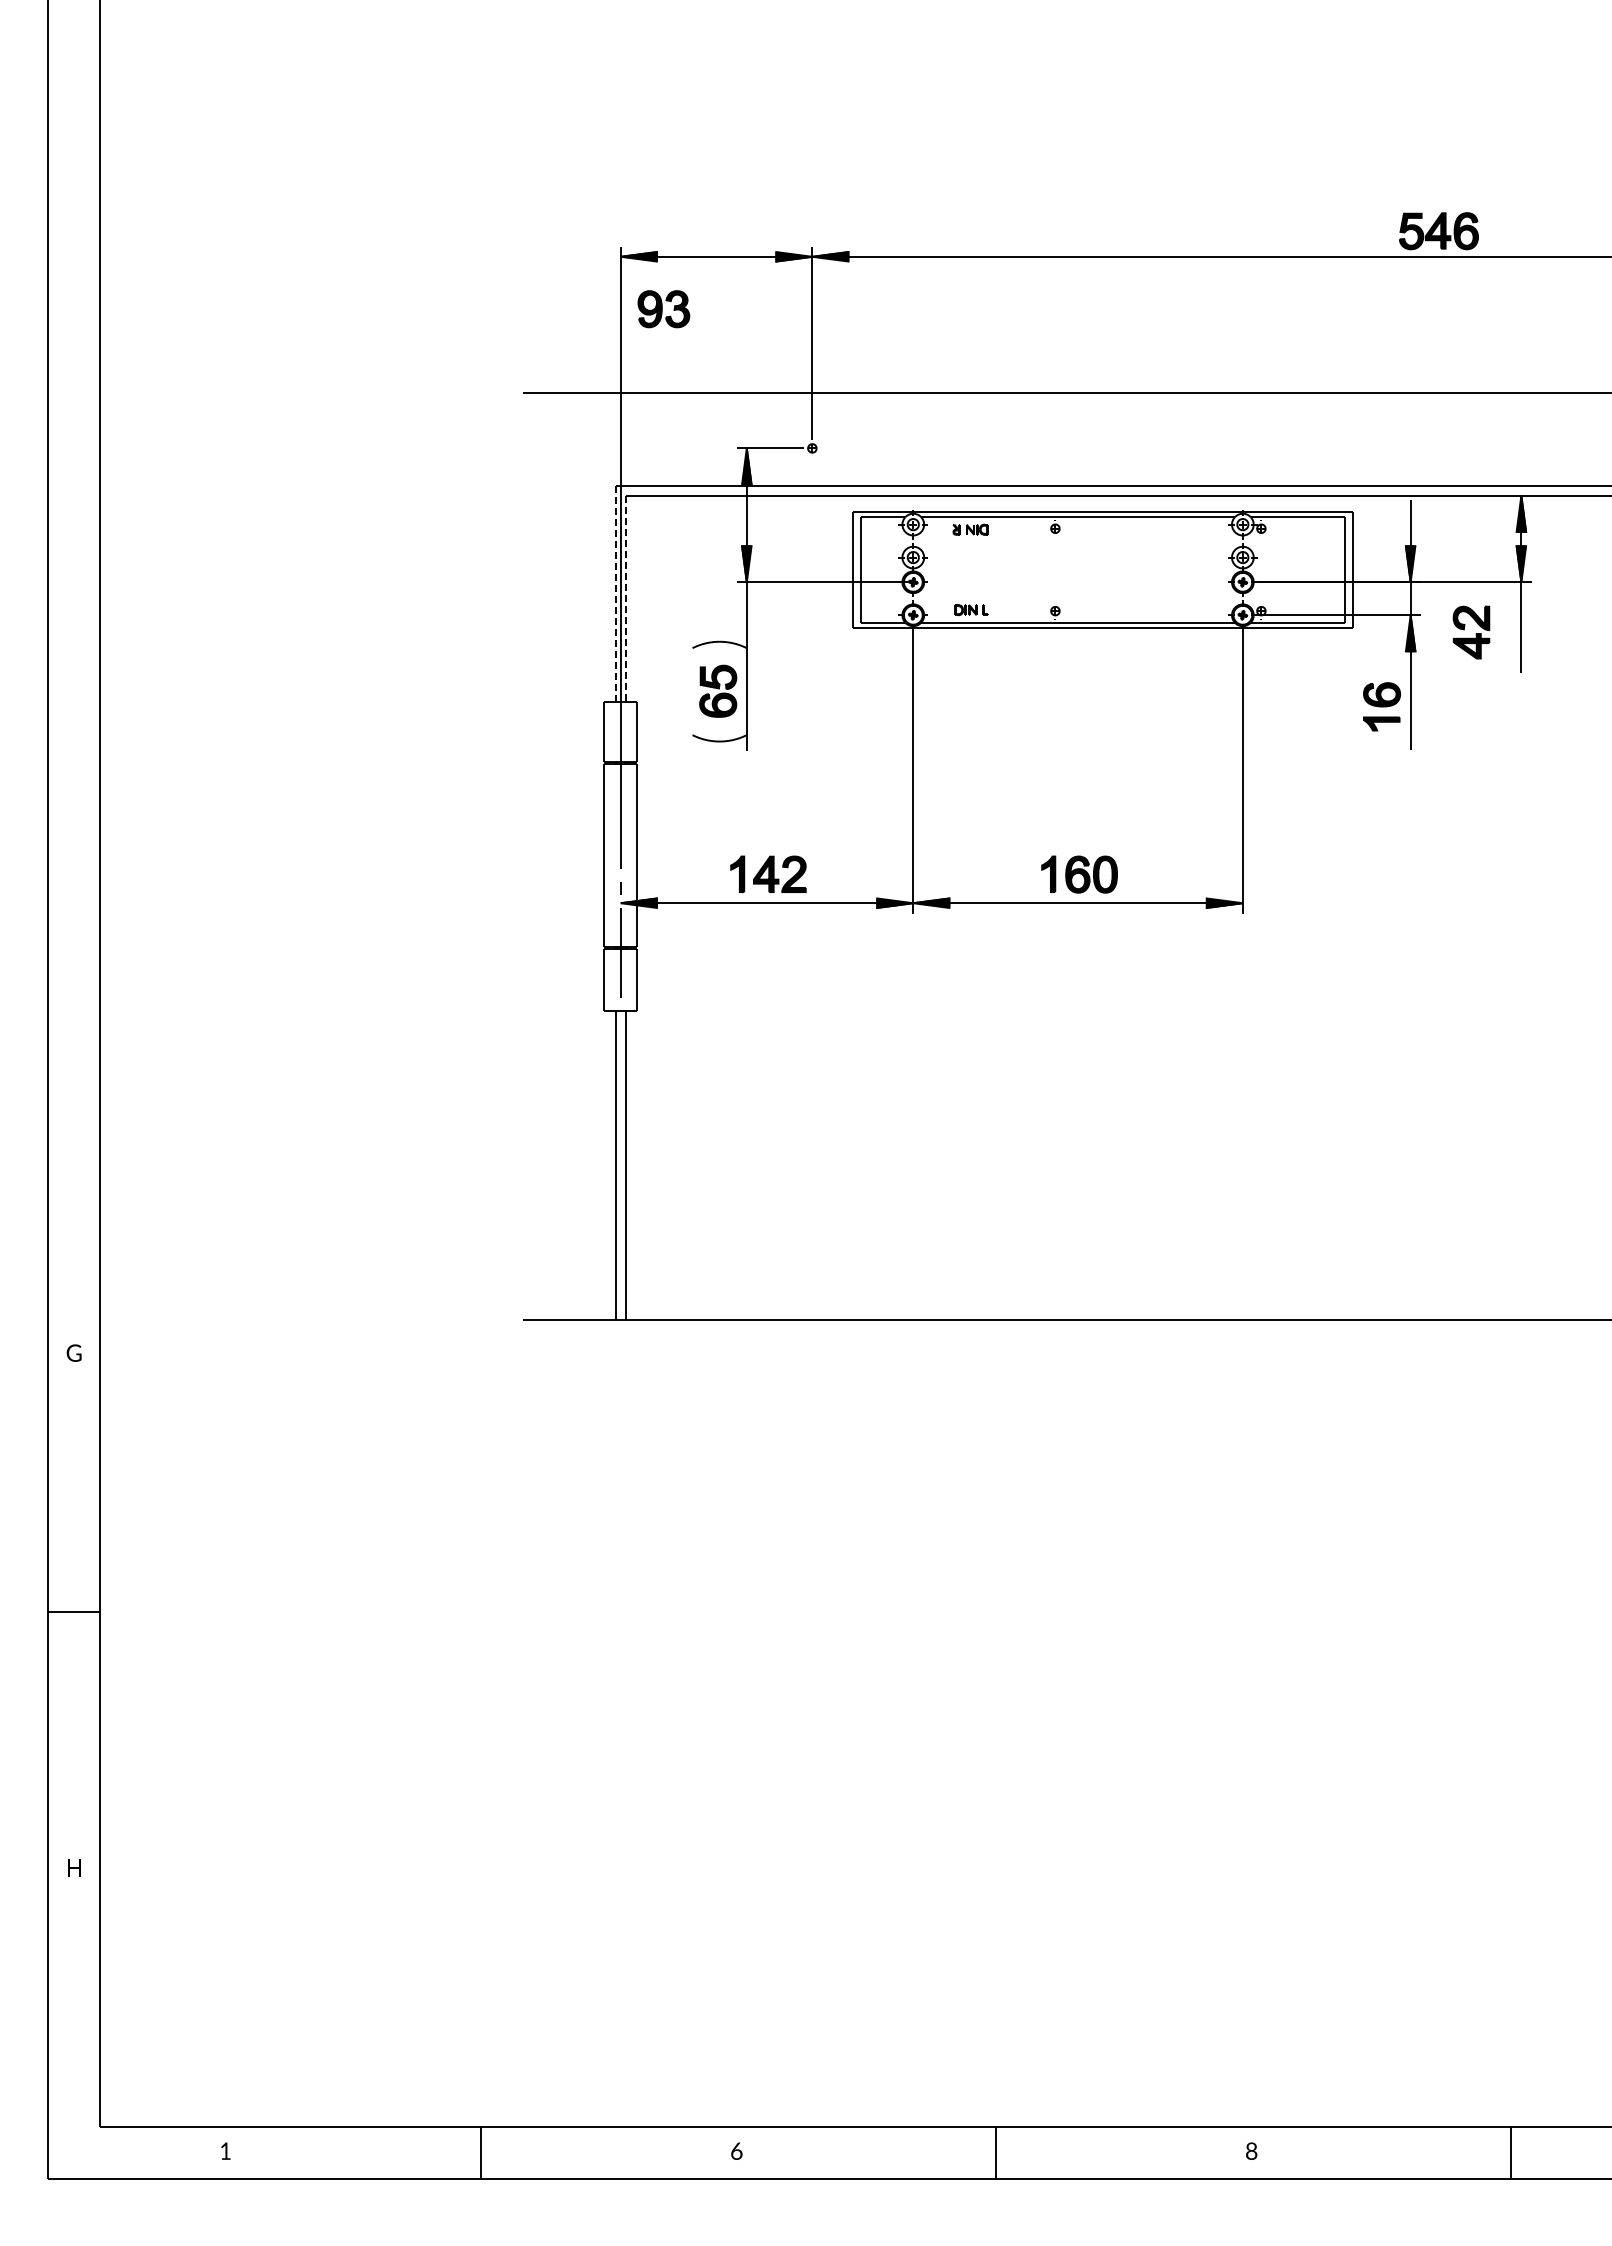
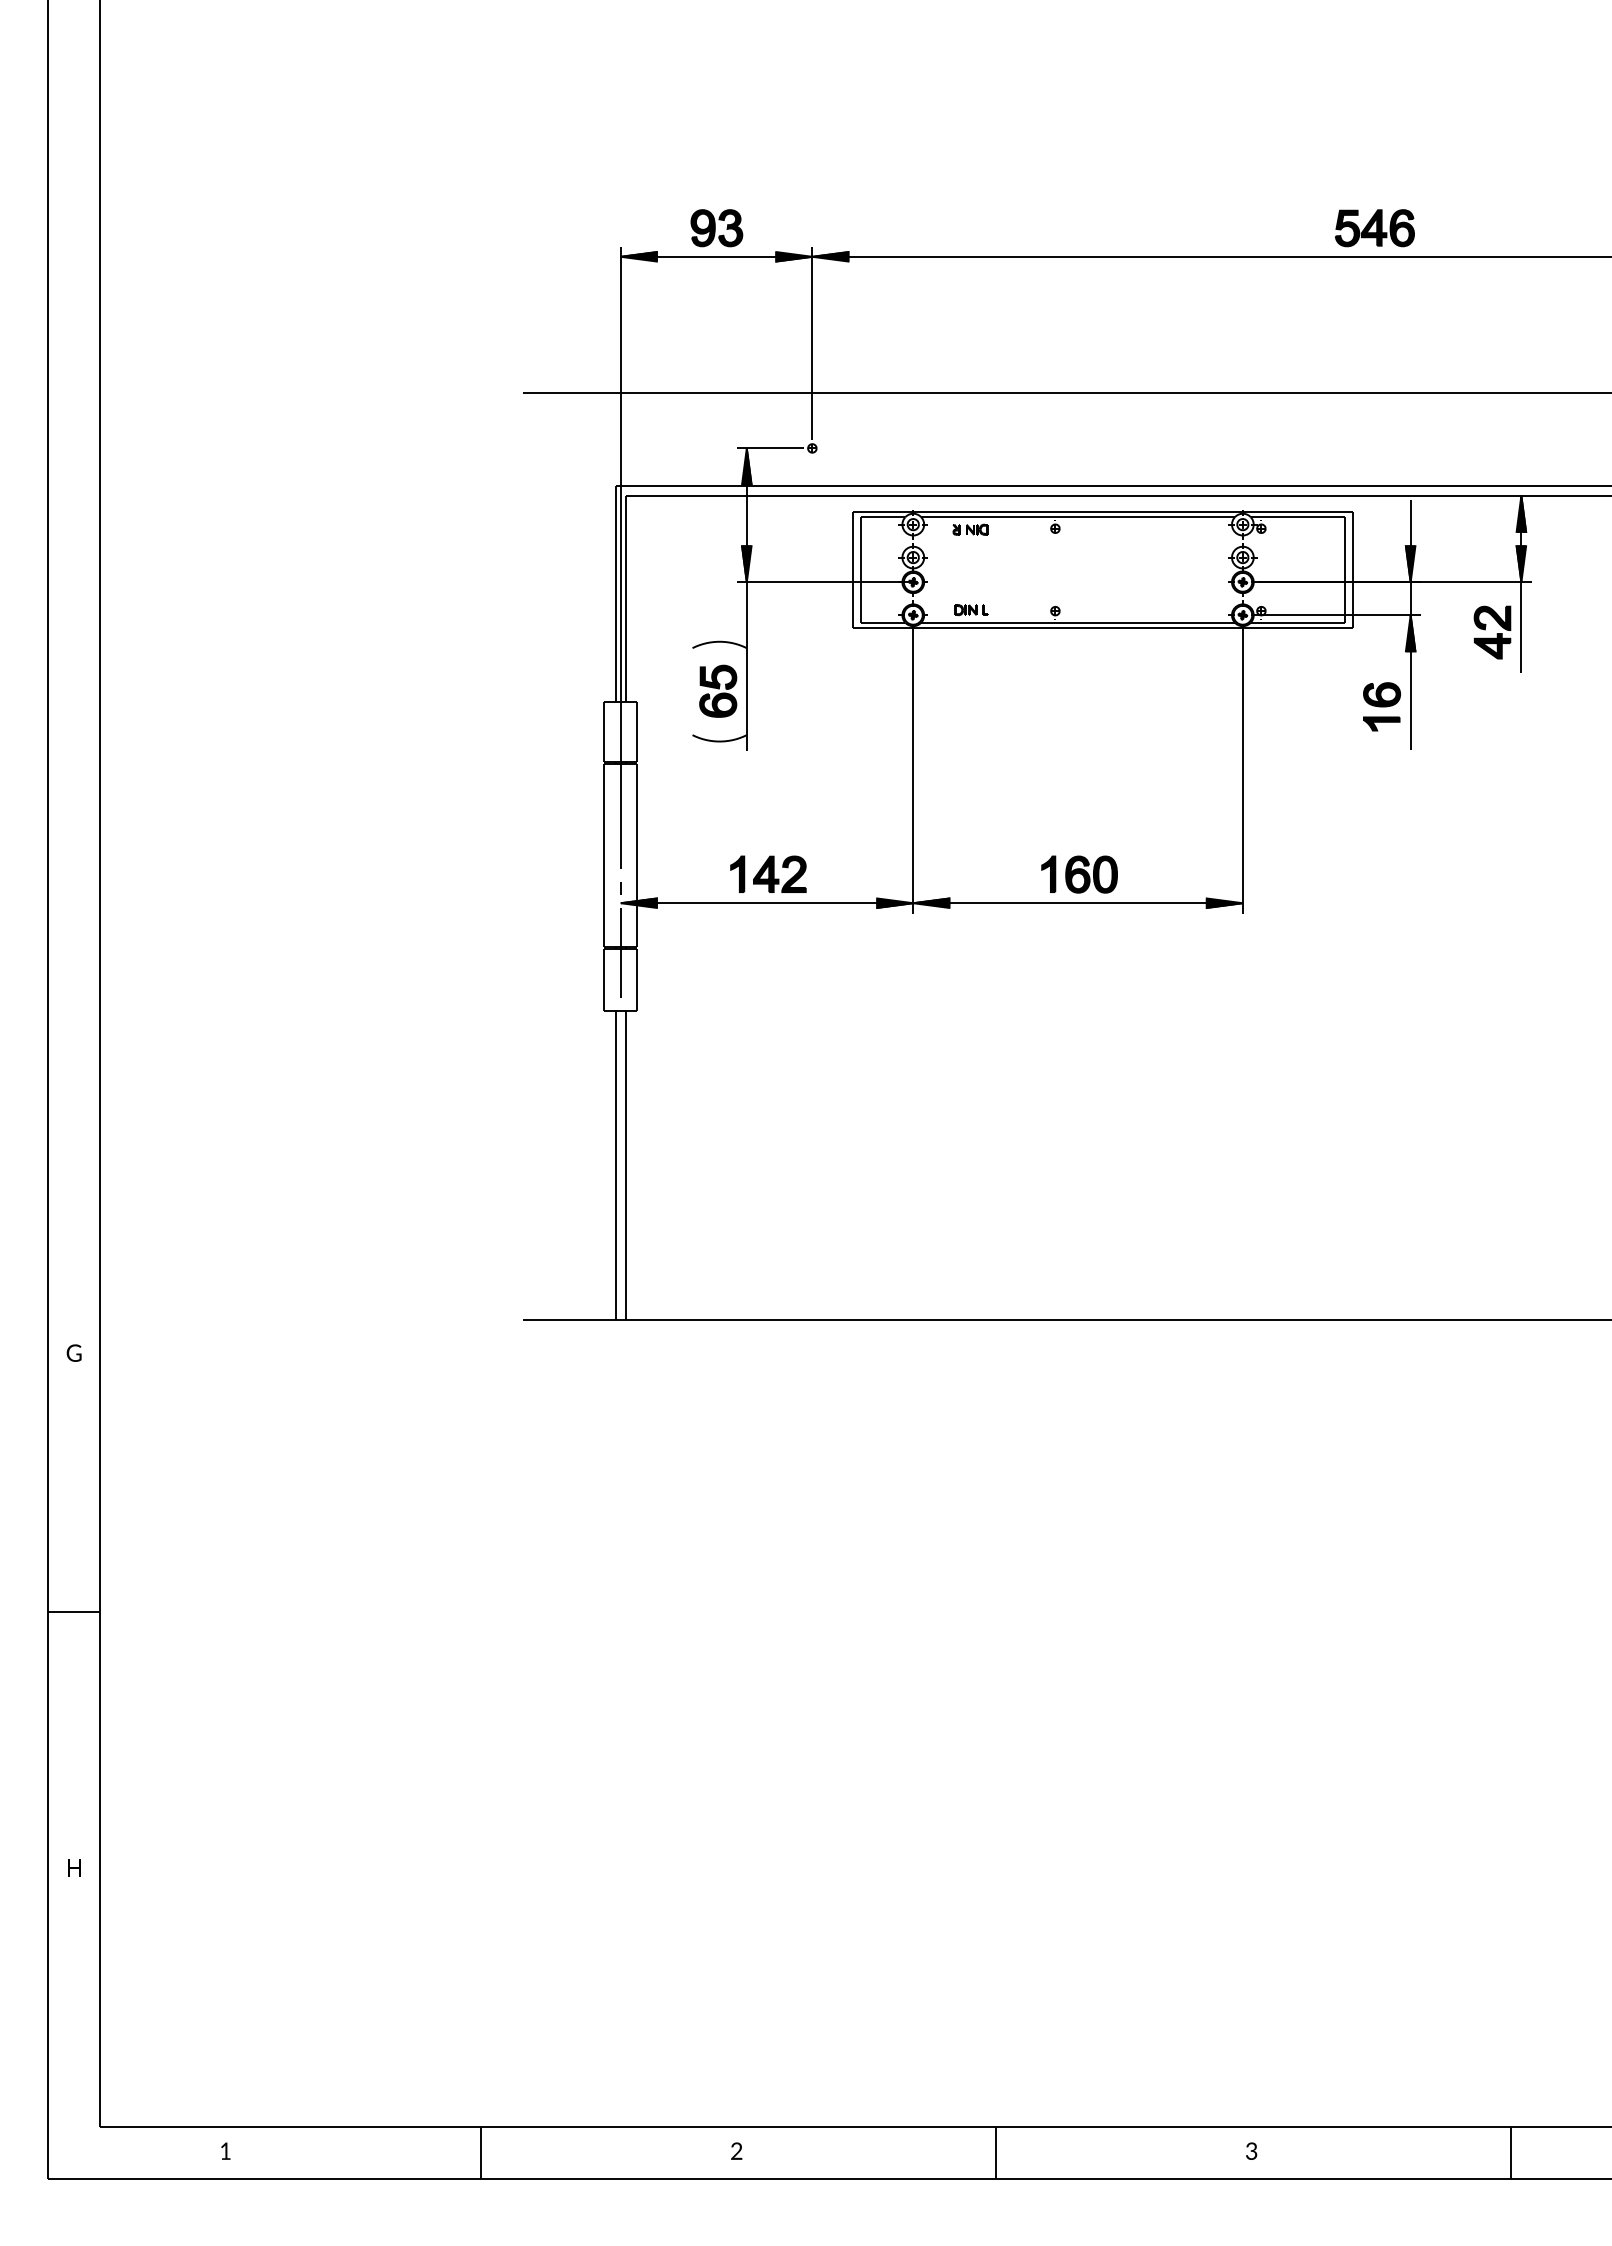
part at (1438, 231) position: (1438, 231) -> (1374, 228)
part at (663, 309) position: (663, 309) -> (716, 228)
line at (615, 594): dashed -> solid
line at (625, 598): dashed -> solid
part at (1471, 632) position: (1471, 632) -> (1492, 632)
text at (736, 2150): 6 -> 2
text at (1251, 2151): 8 -> 3
